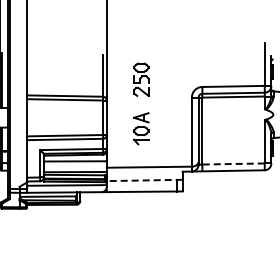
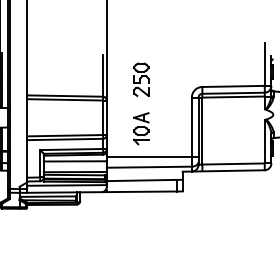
line at (152, 157): none -> present
line at (233, 164): dashed -> solid
line at (144, 180): dashed -> solid
